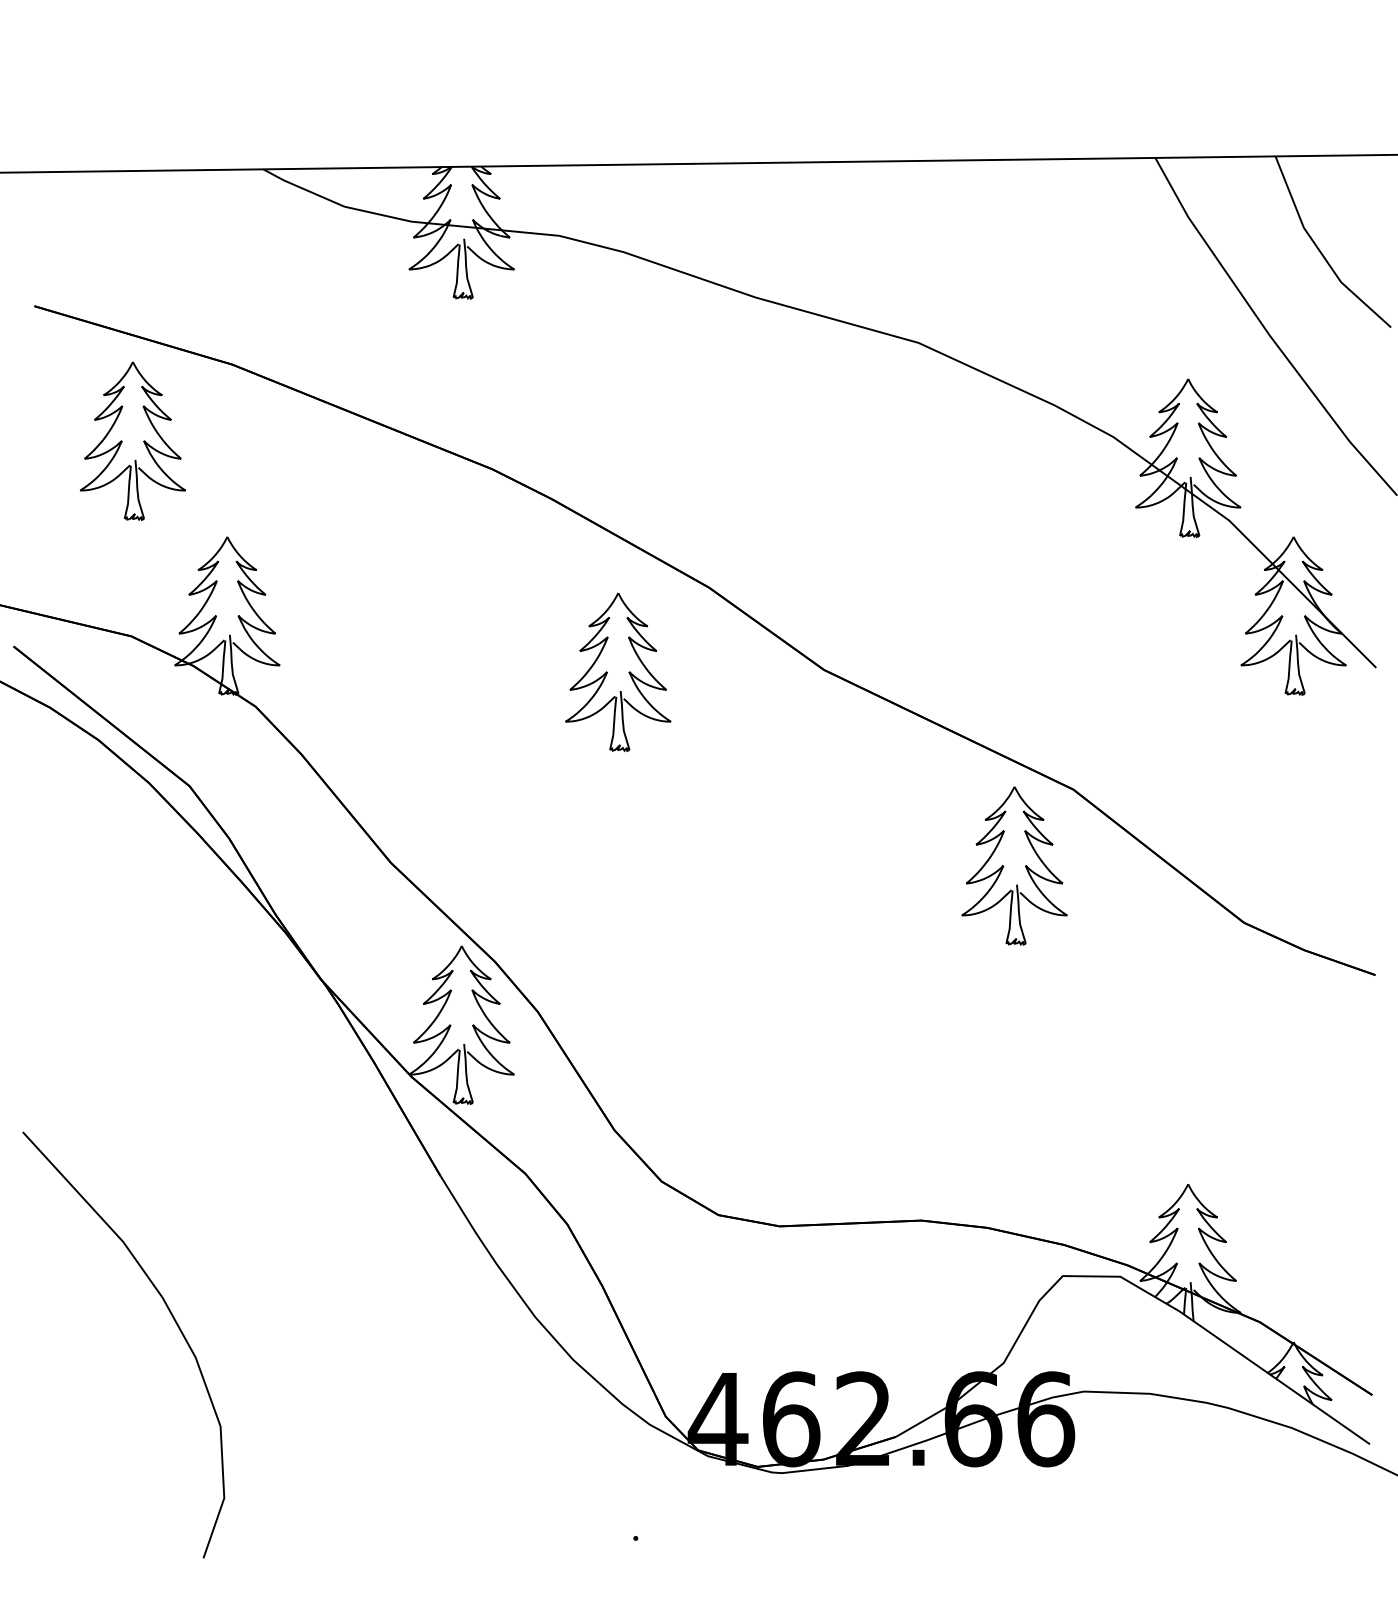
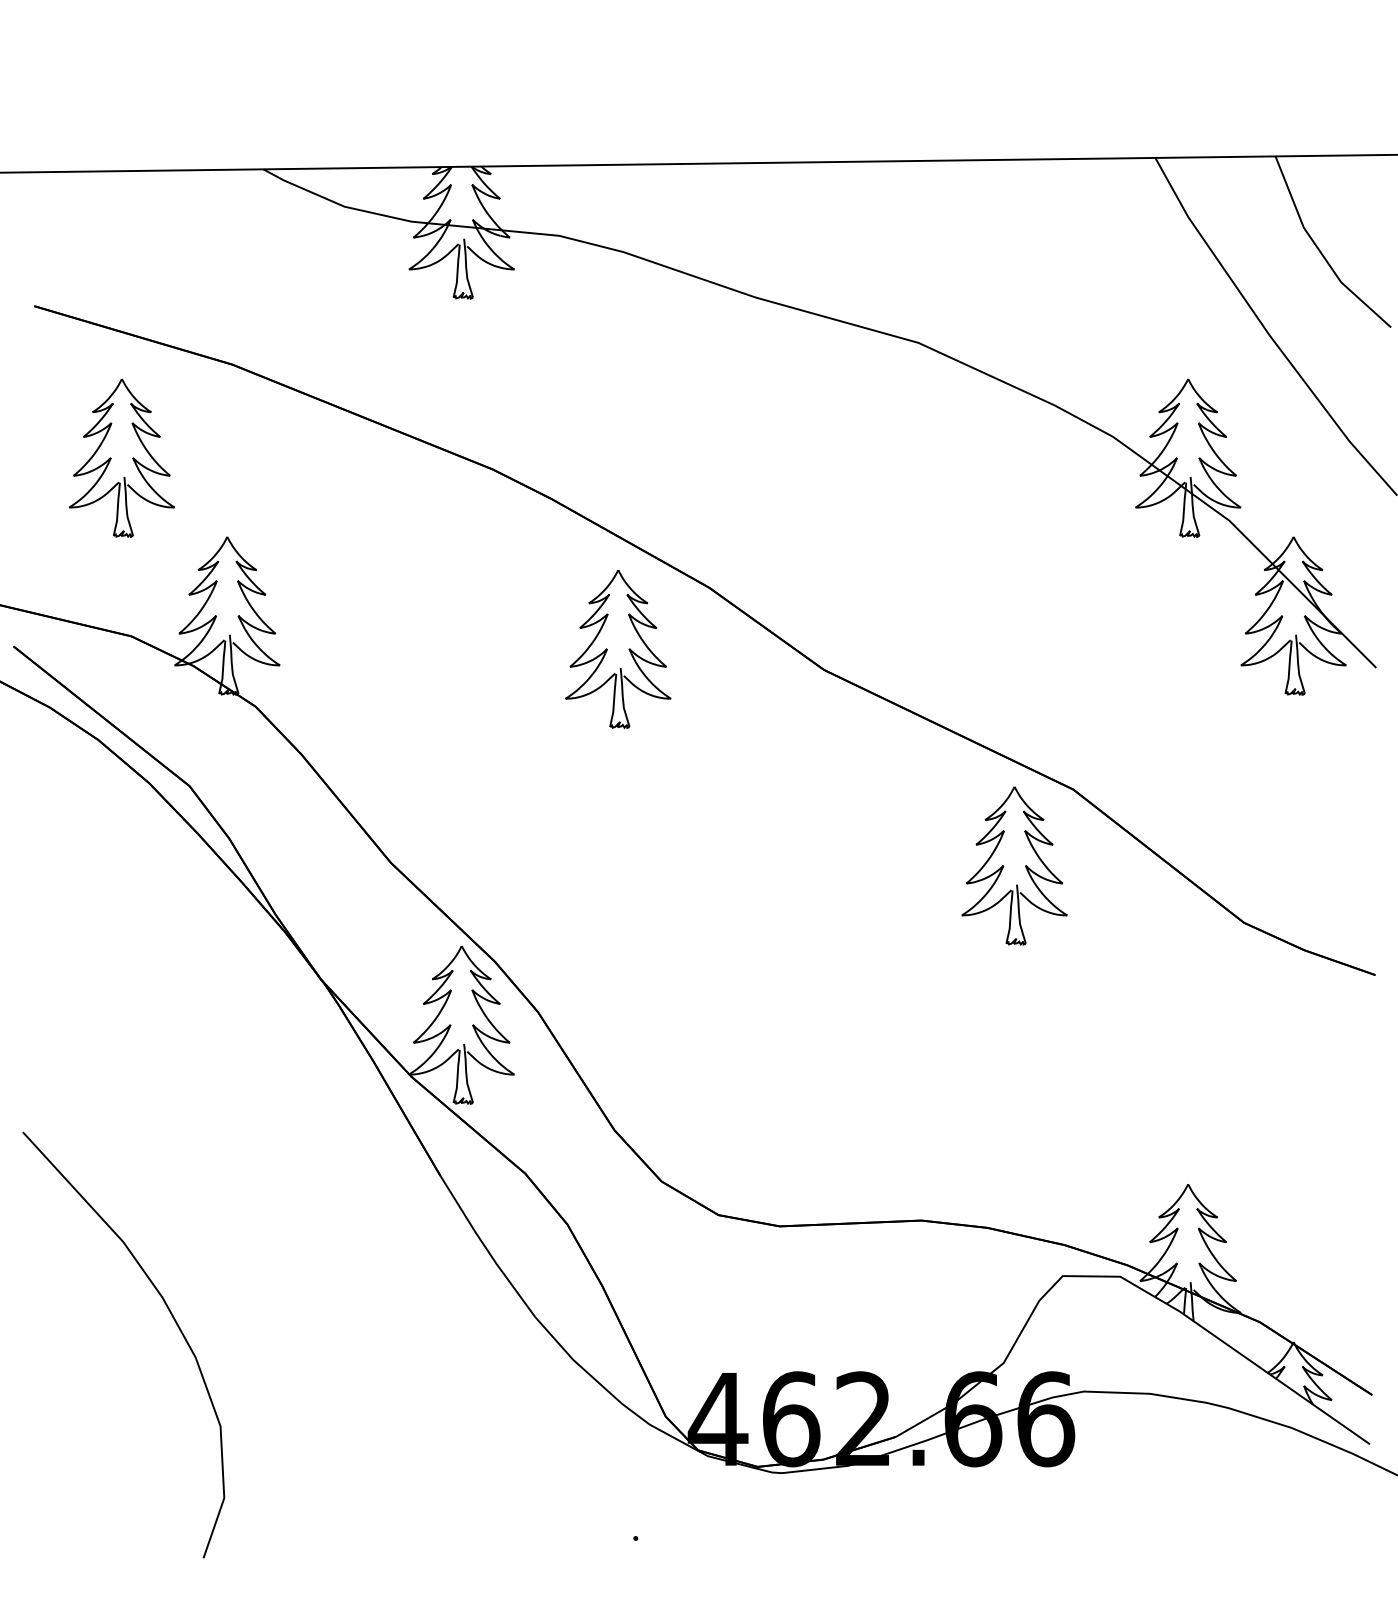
part at (132, 440) position: (132, 440) -> (121, 457)
part at (618, 672) position: (618, 672) -> (618, 649)
